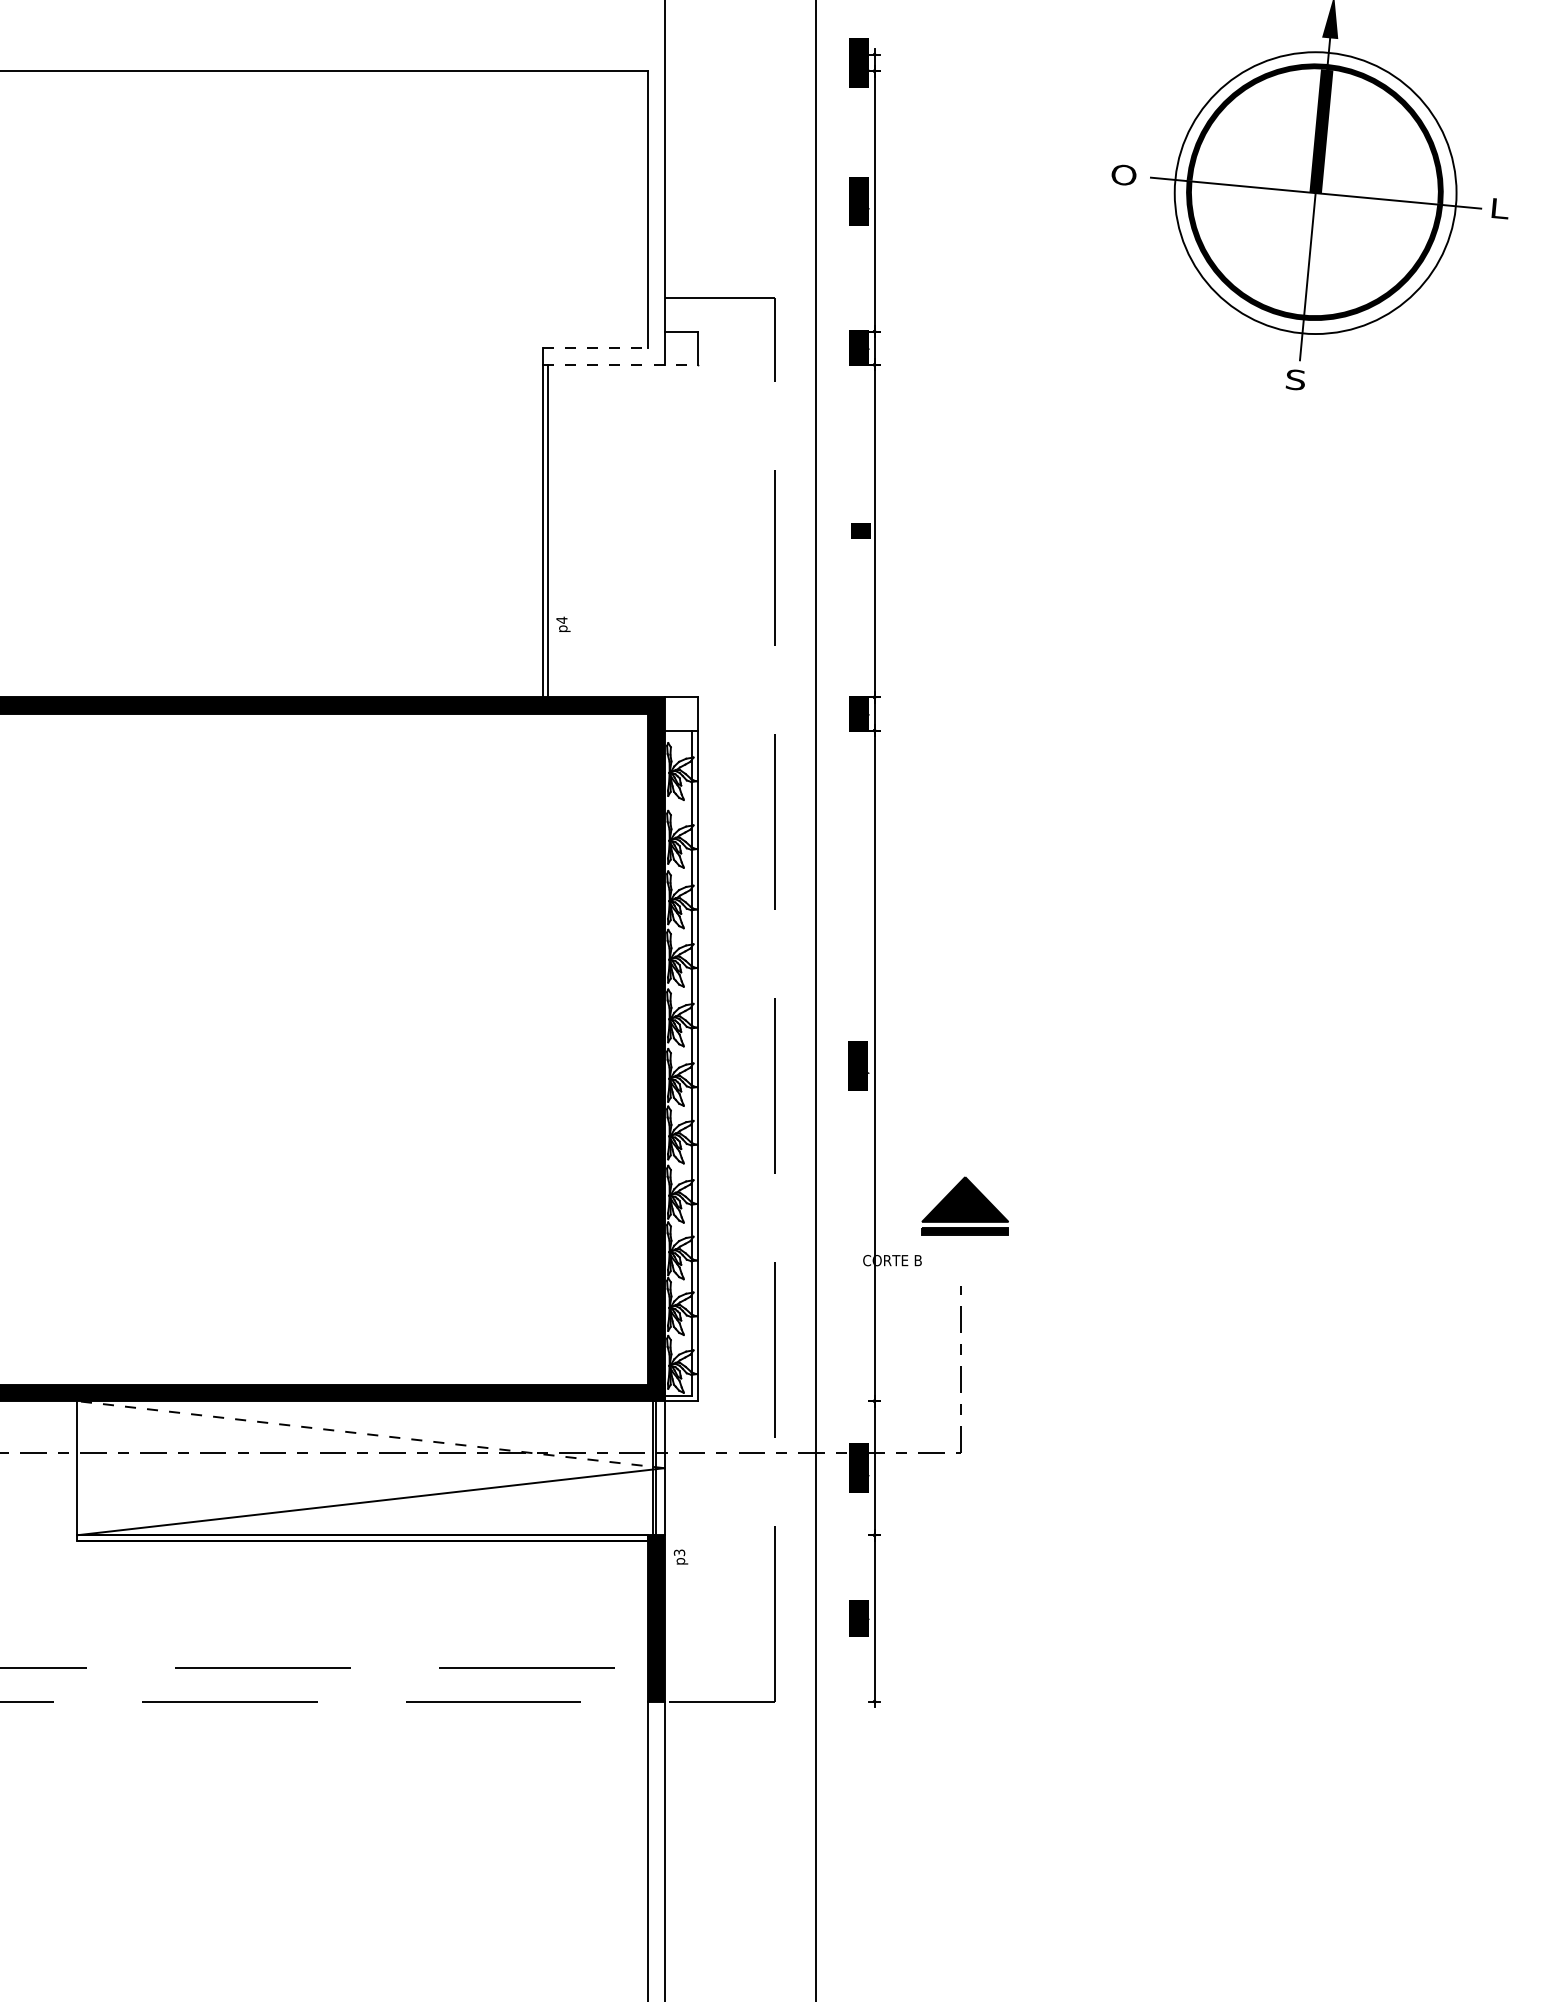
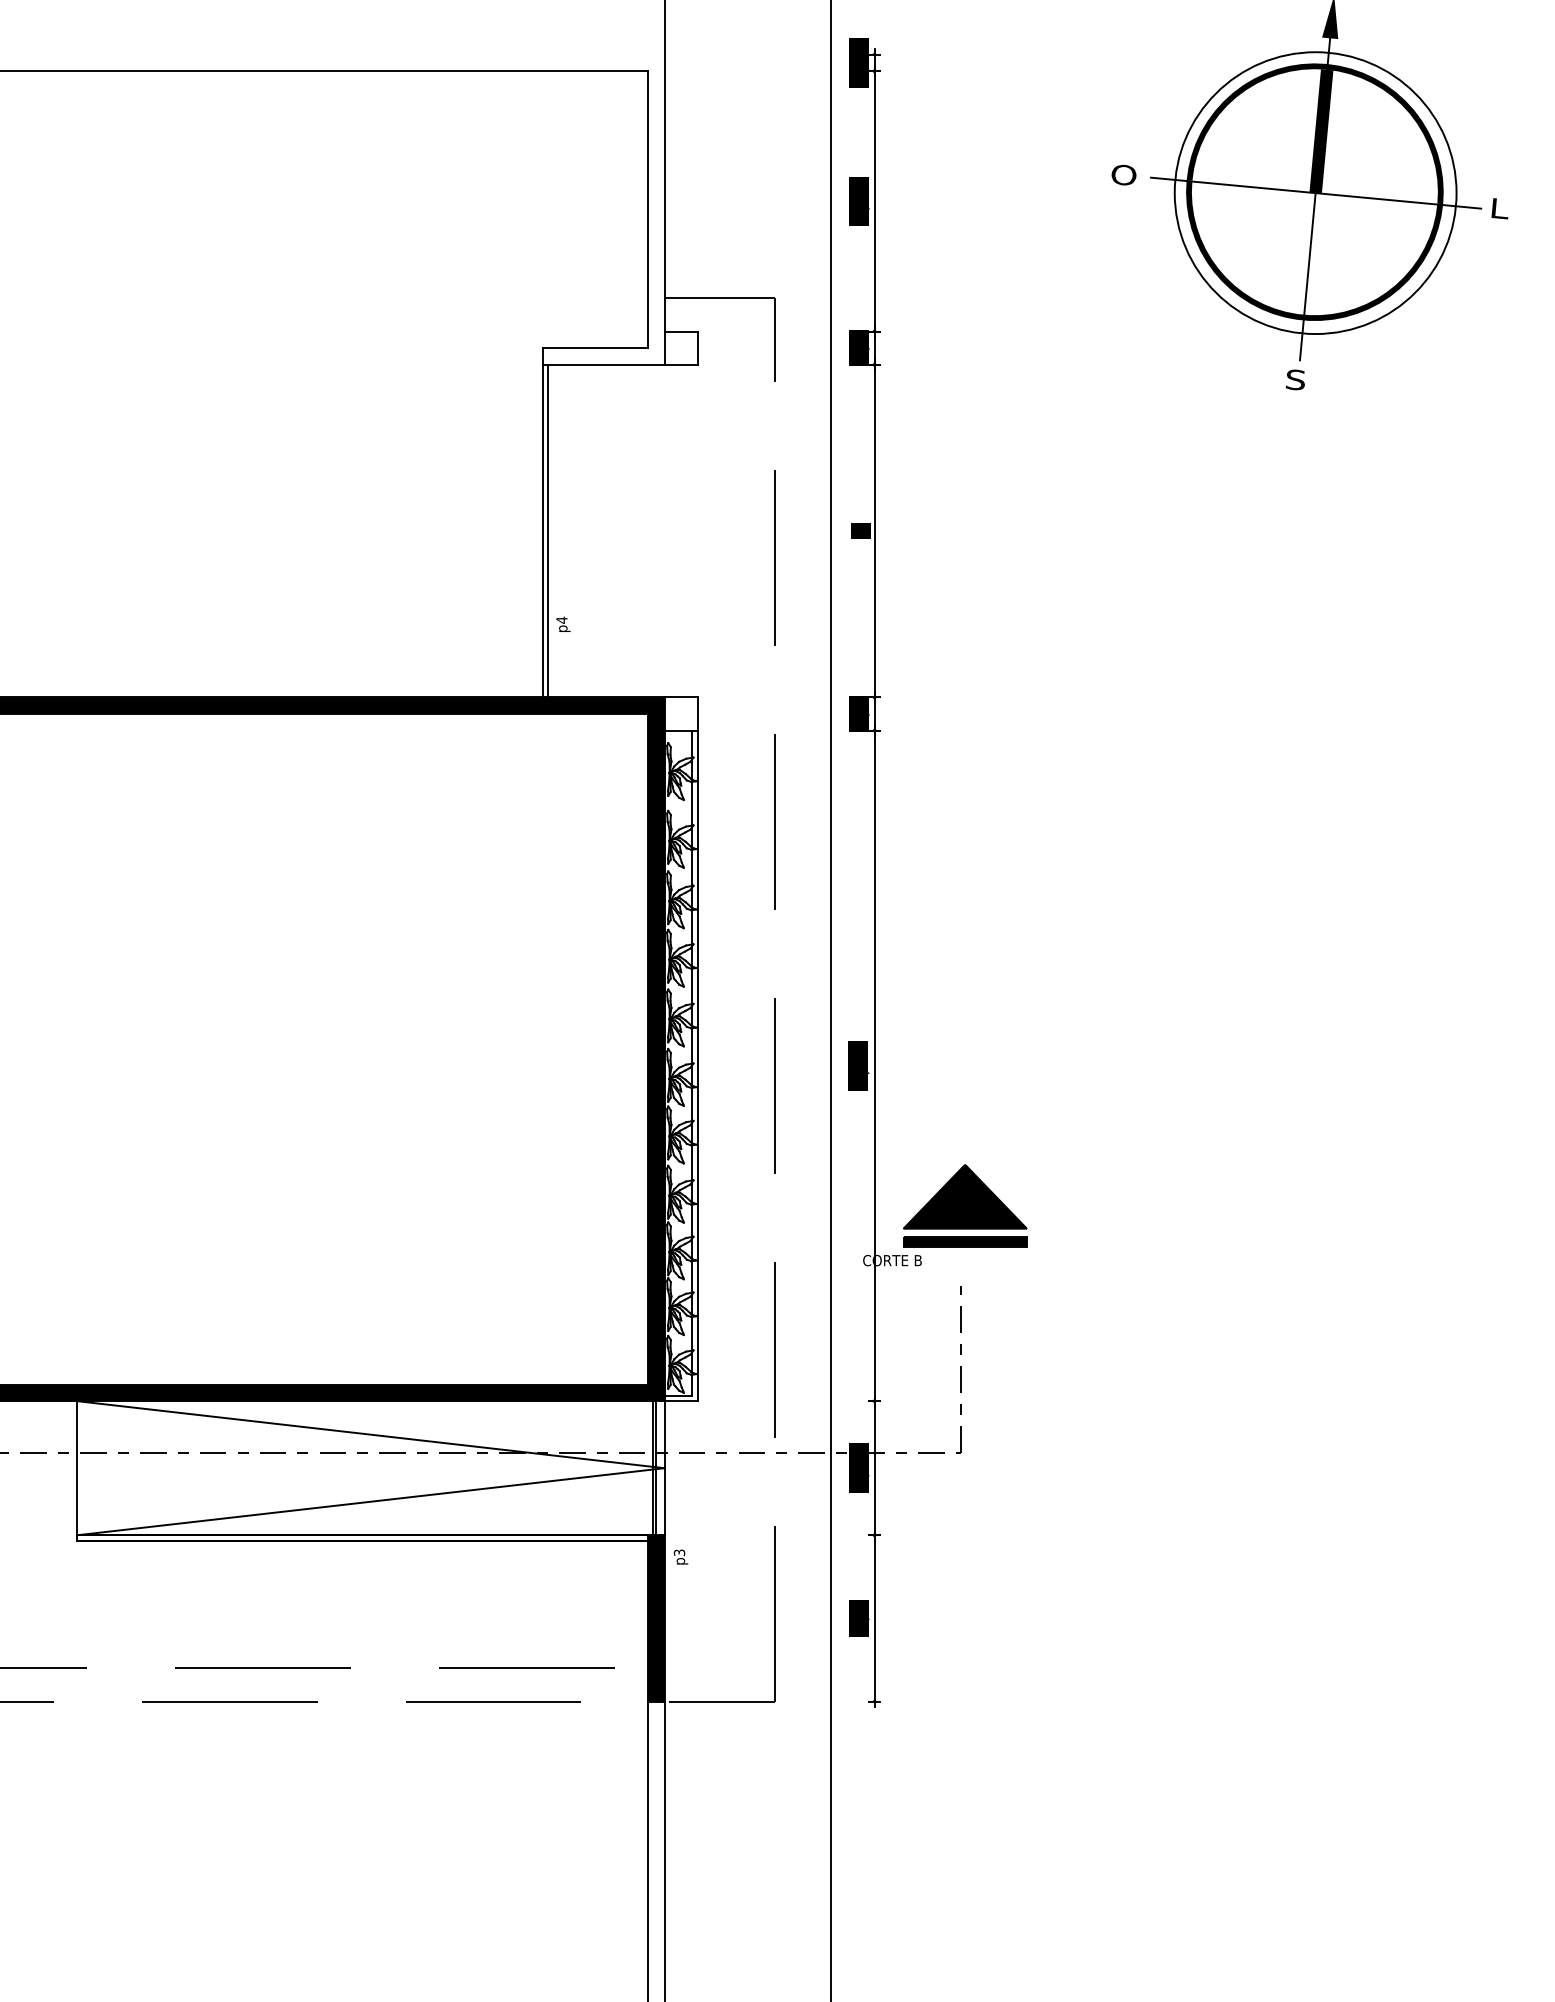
line at (595, 348): dashed -> solid
line at (620, 364): dashed -> solid
line at (815, 1000) position: (815, 1000) -> (830, 1000)
part at (964, 1205) size: 88x60 px -> 125x84 px
line at (370, 1434): dashed -> solid
